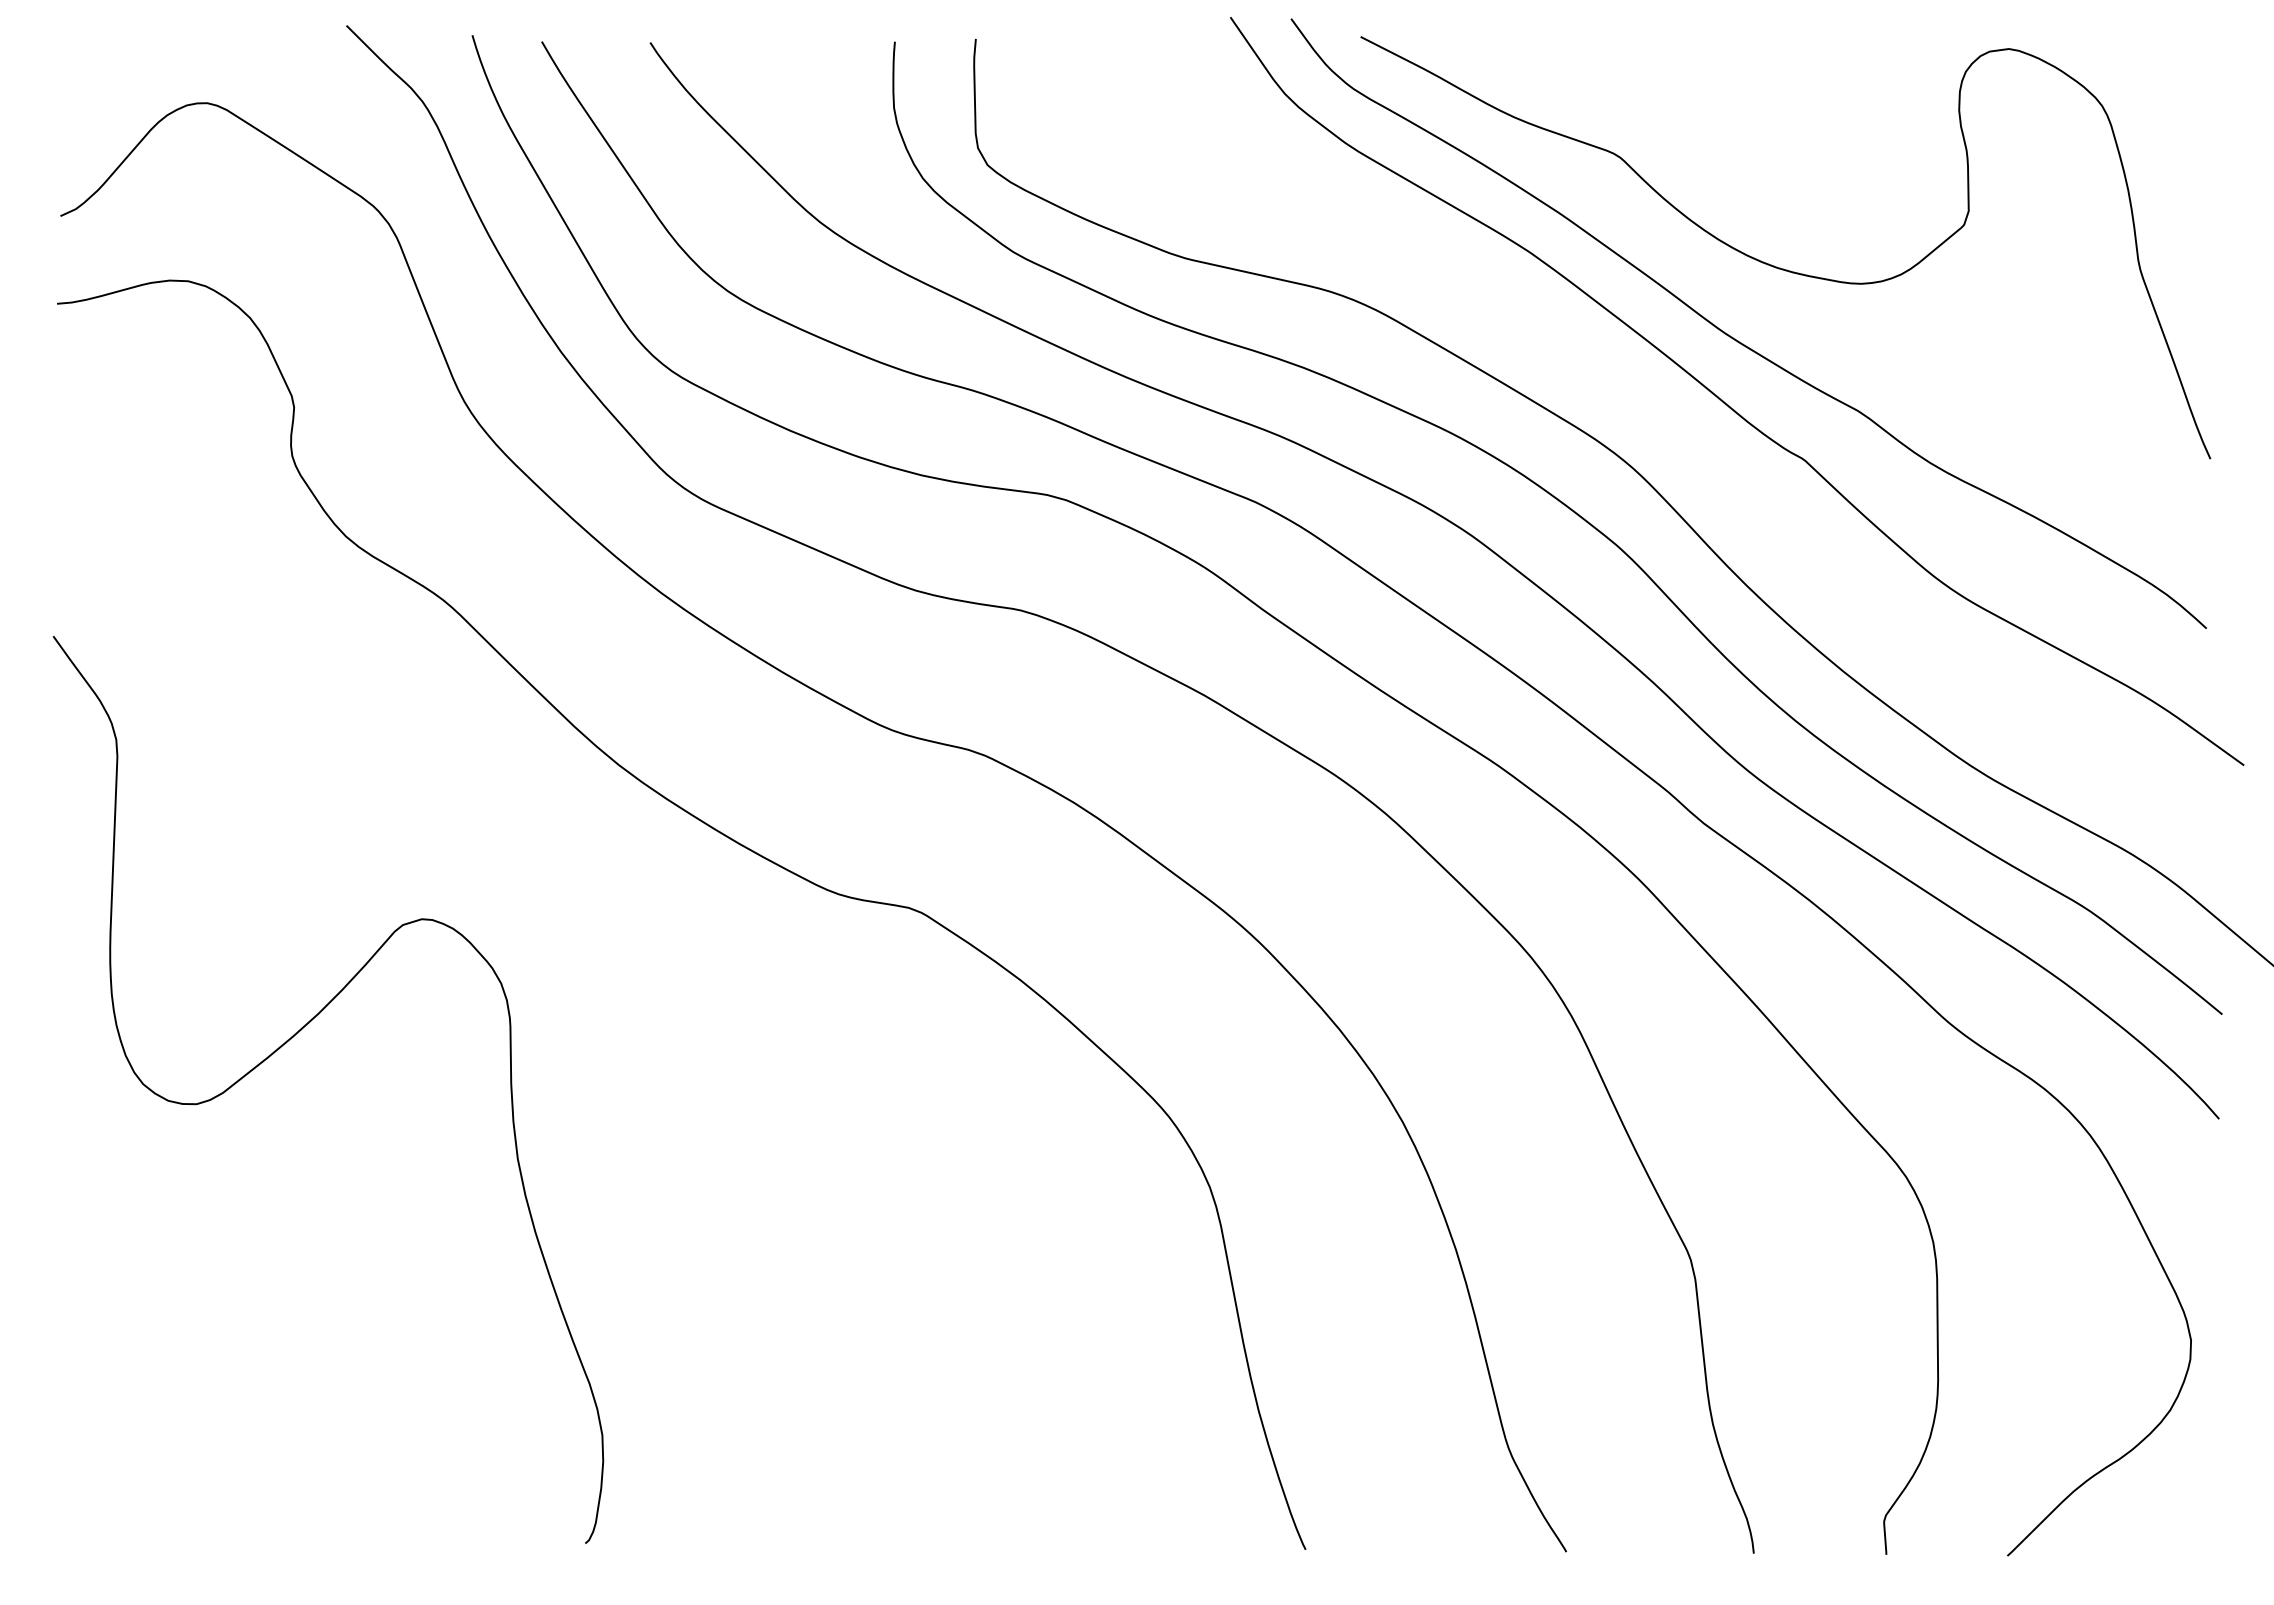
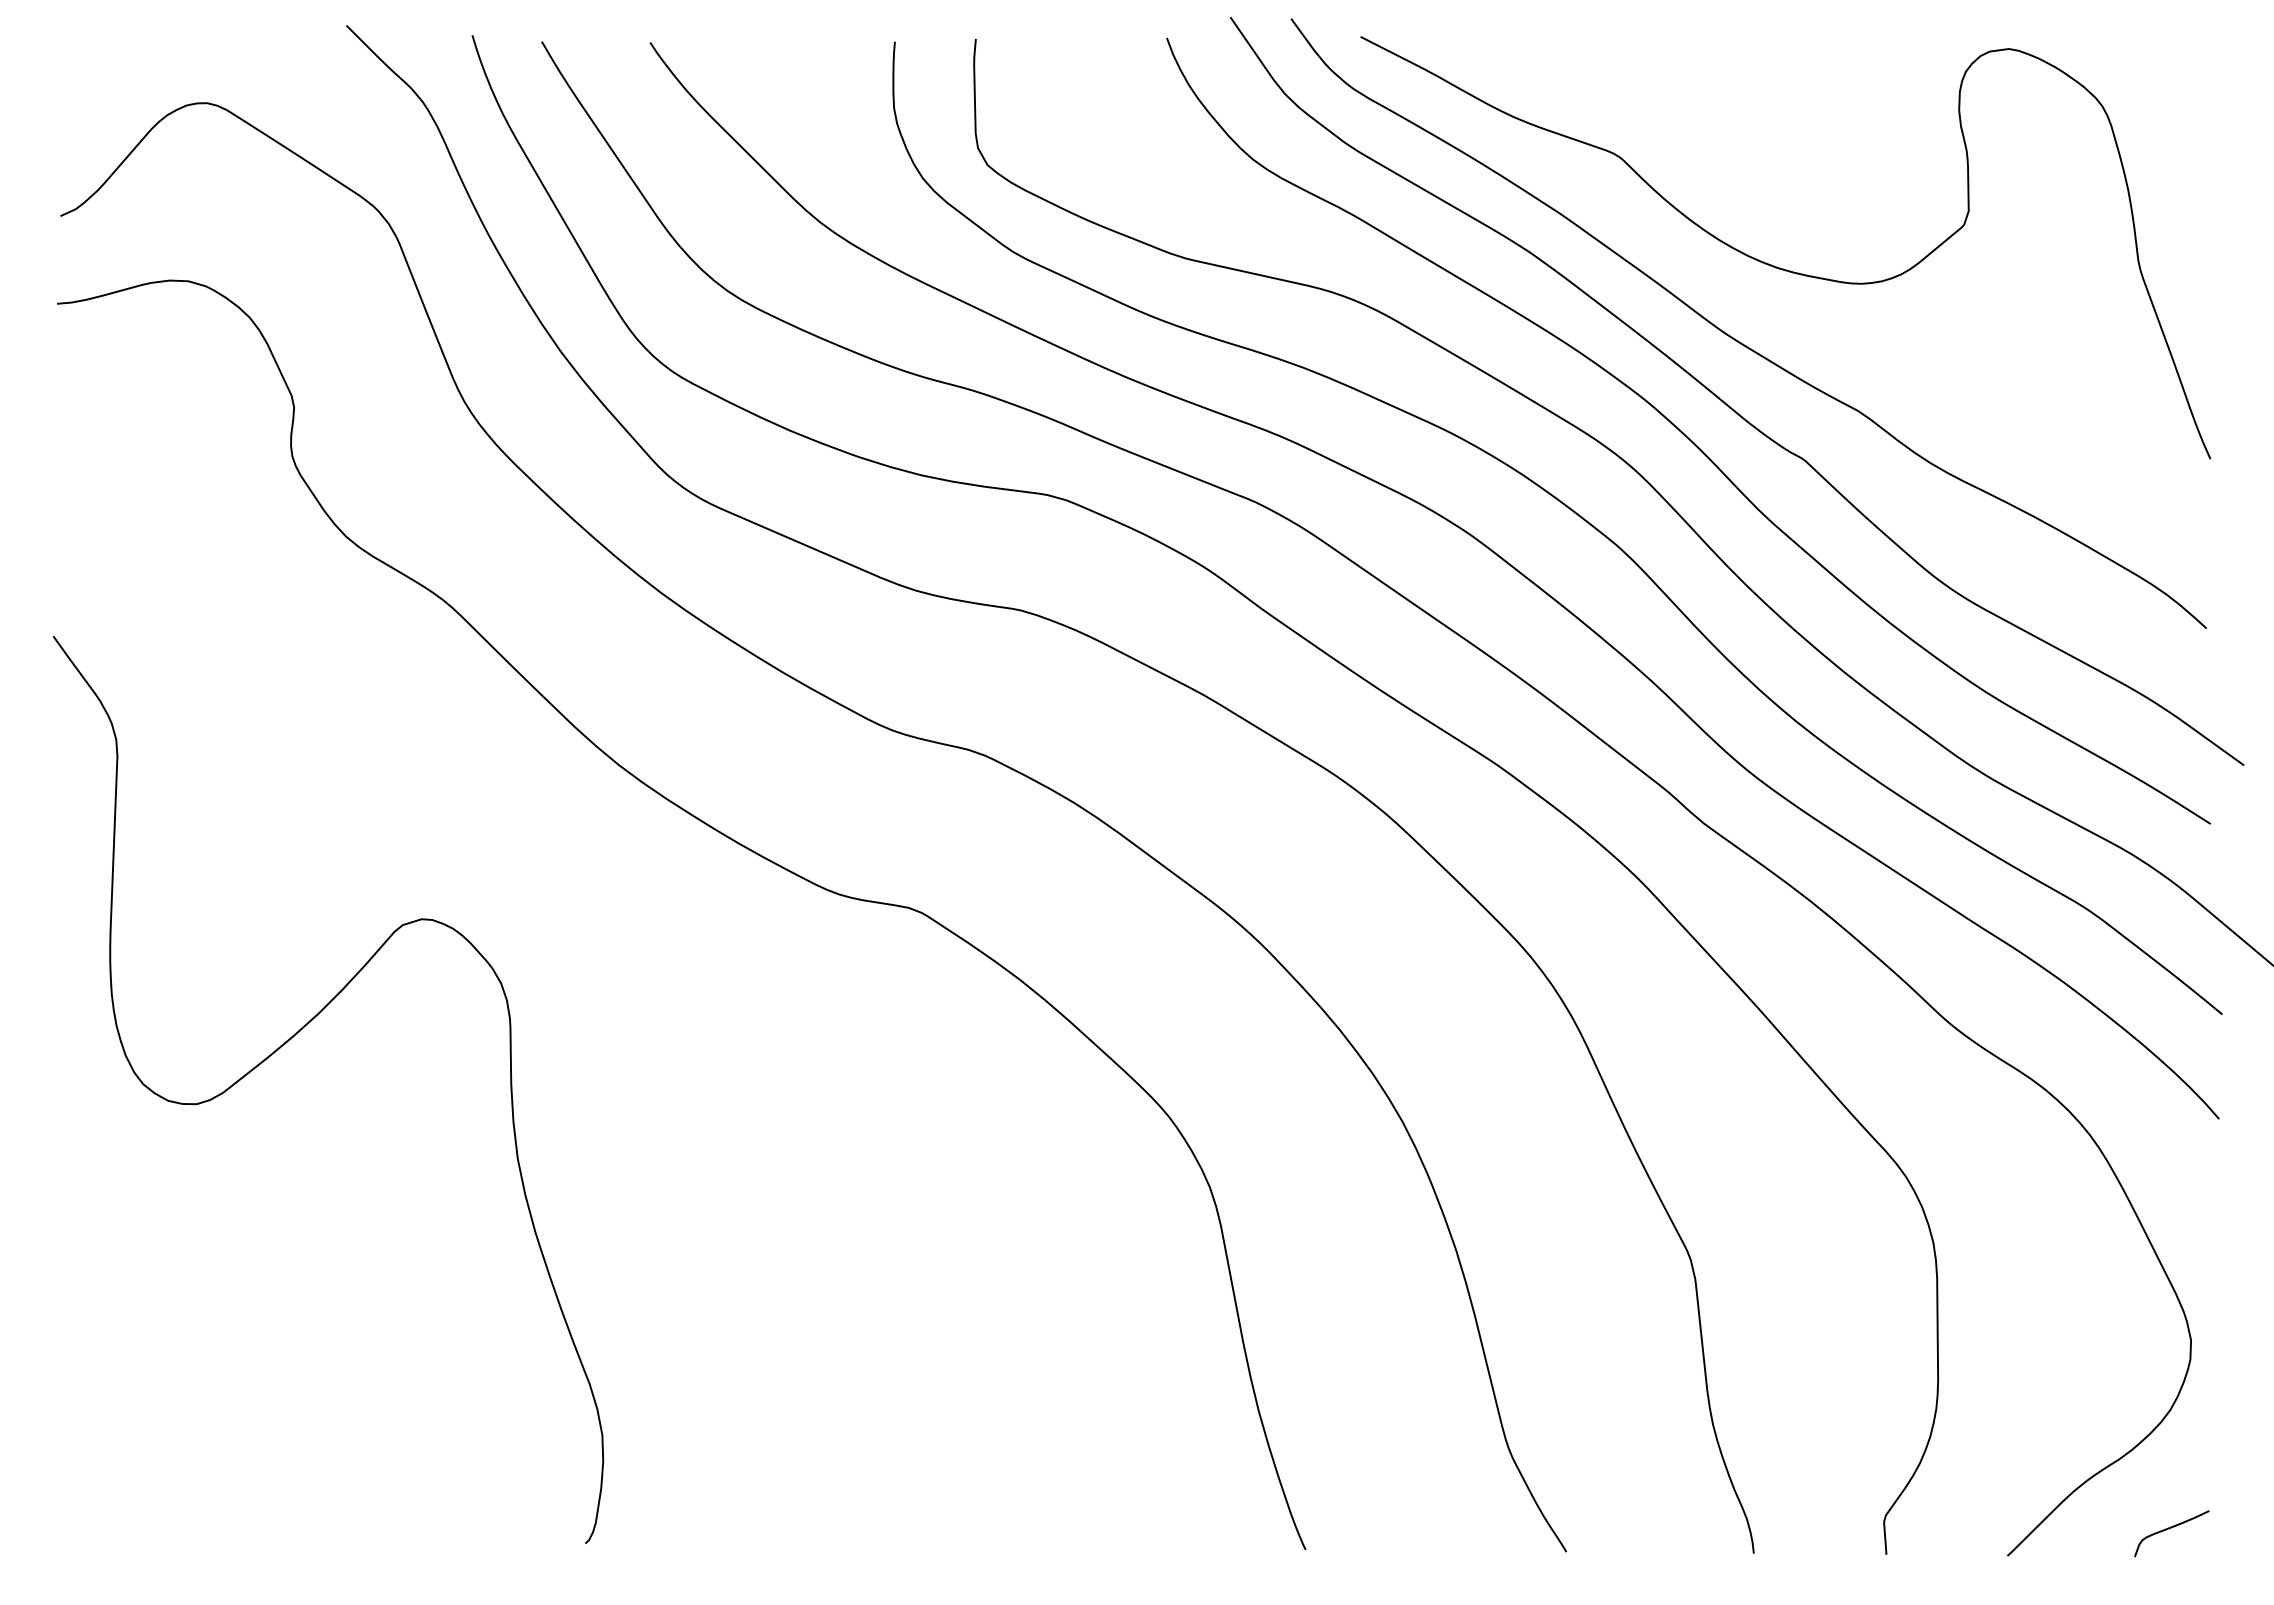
curve at (1684, 433): none -> present
curve at (2169, 1529): none -> present
